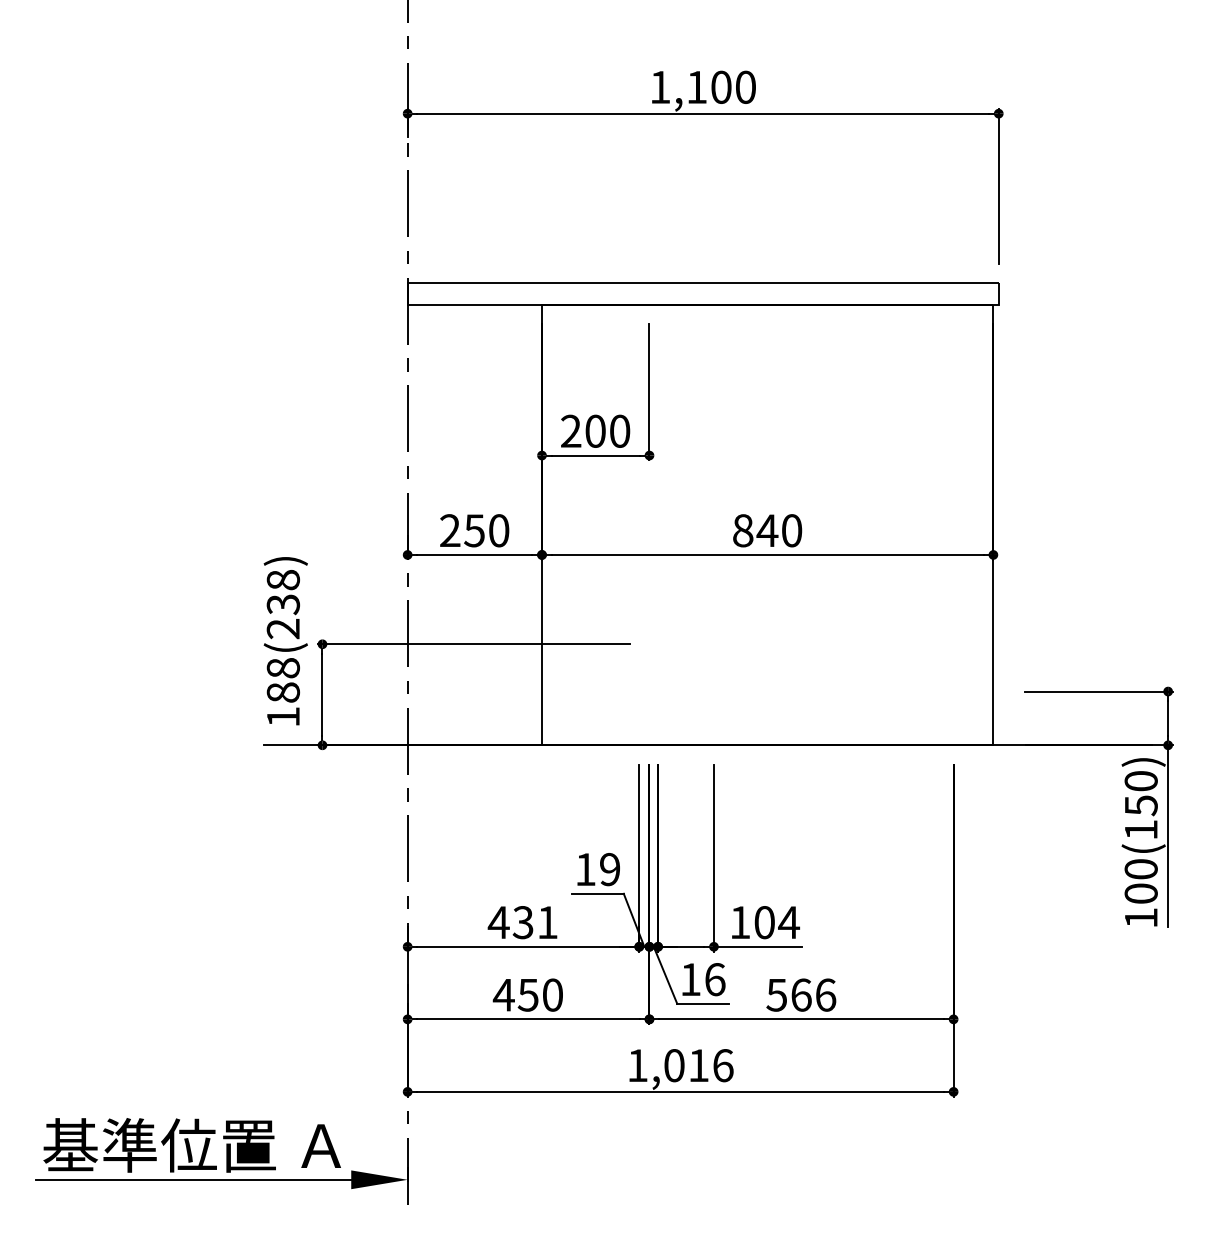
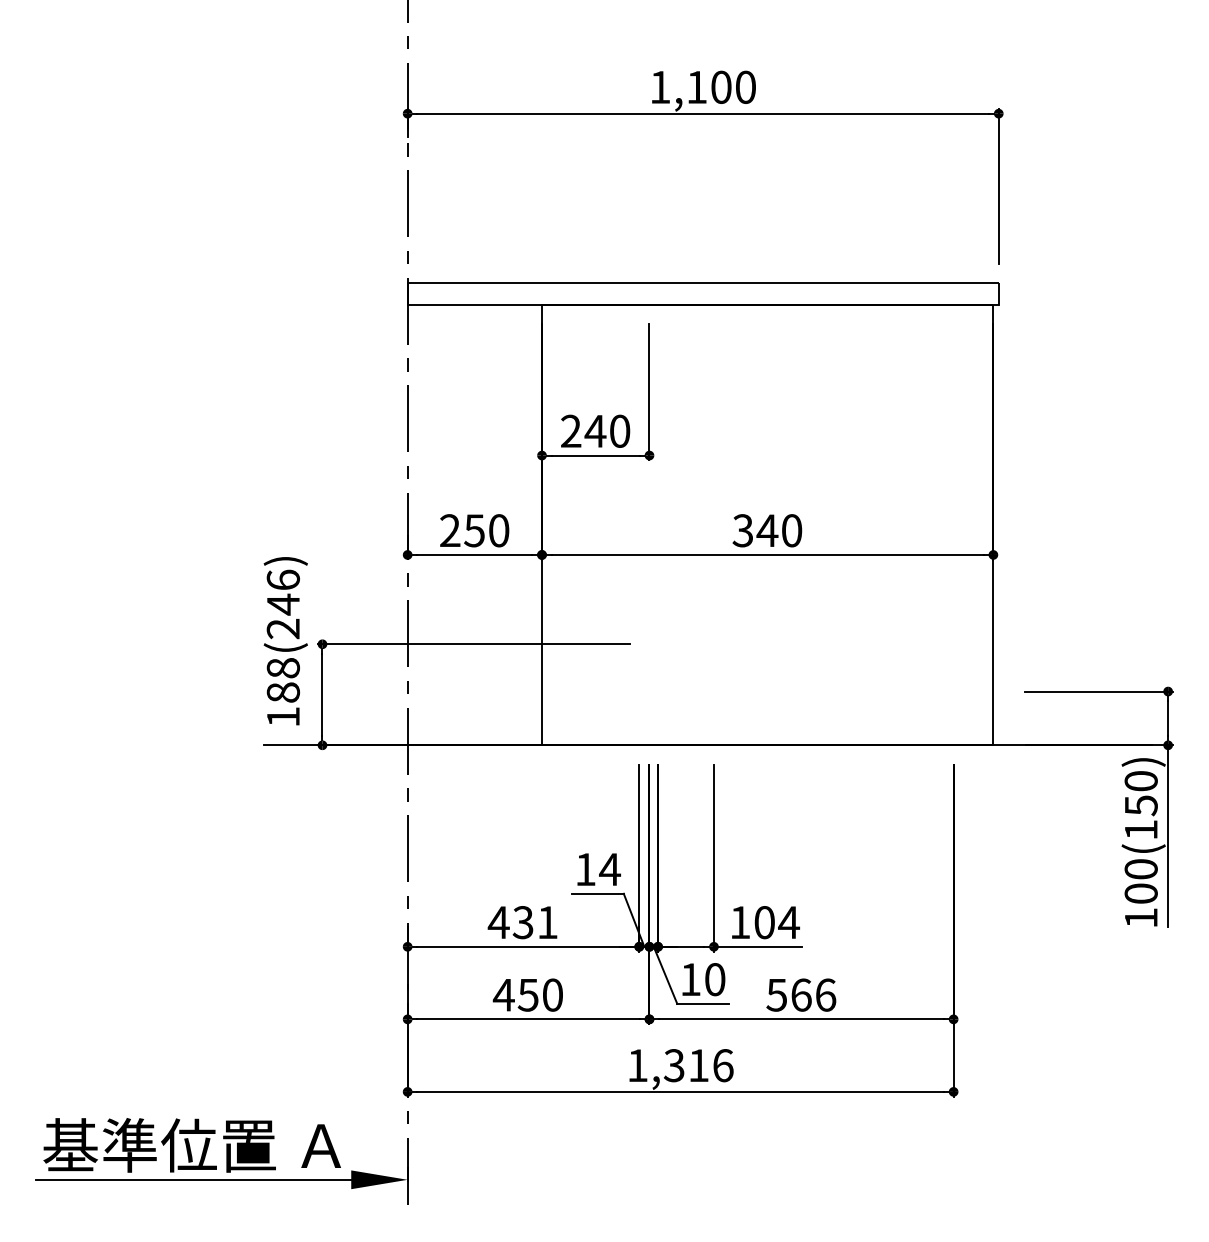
text at (595, 430): 200 -> 240
text at (742, 530): 840 -> 340
text at (283, 592): 188(238) -> 188(246)
text at (610, 869): 19 -> 14
text at (715, 979): 16 -> 10
text at (673, 1065): 1,016 -> 1,316
